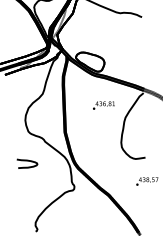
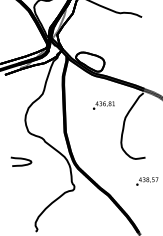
curve at (27, 161) position: (27, 161) -> (21, 159)
